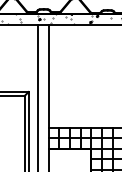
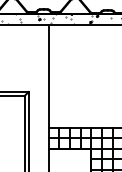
line at (38, 96): present -> none
